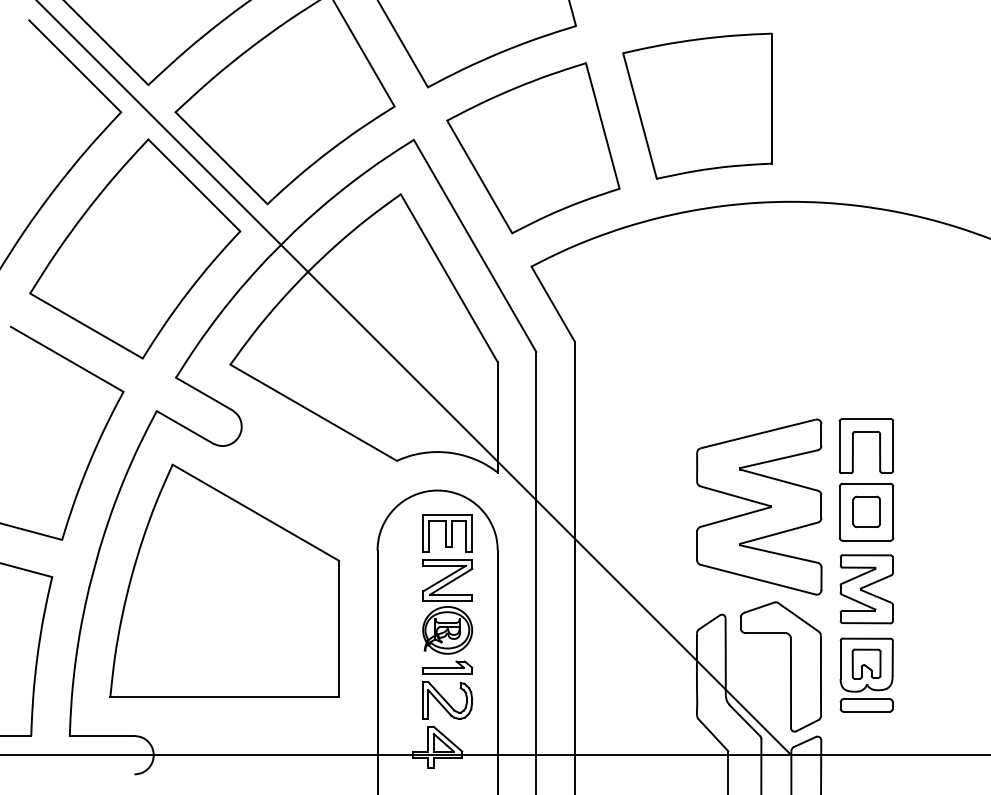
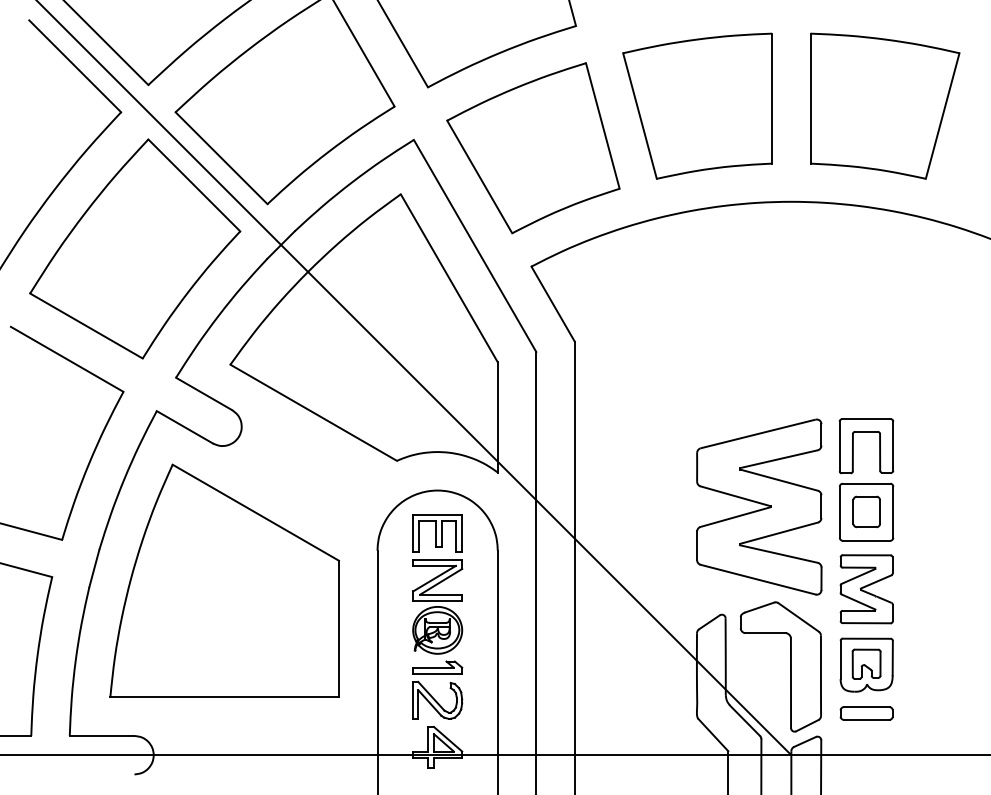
part at (885, 105): none -> present
part at (447, 616) position: (447, 616) -> (437, 616)
part at (866, 705) position: (866, 705) -> (866, 713)
